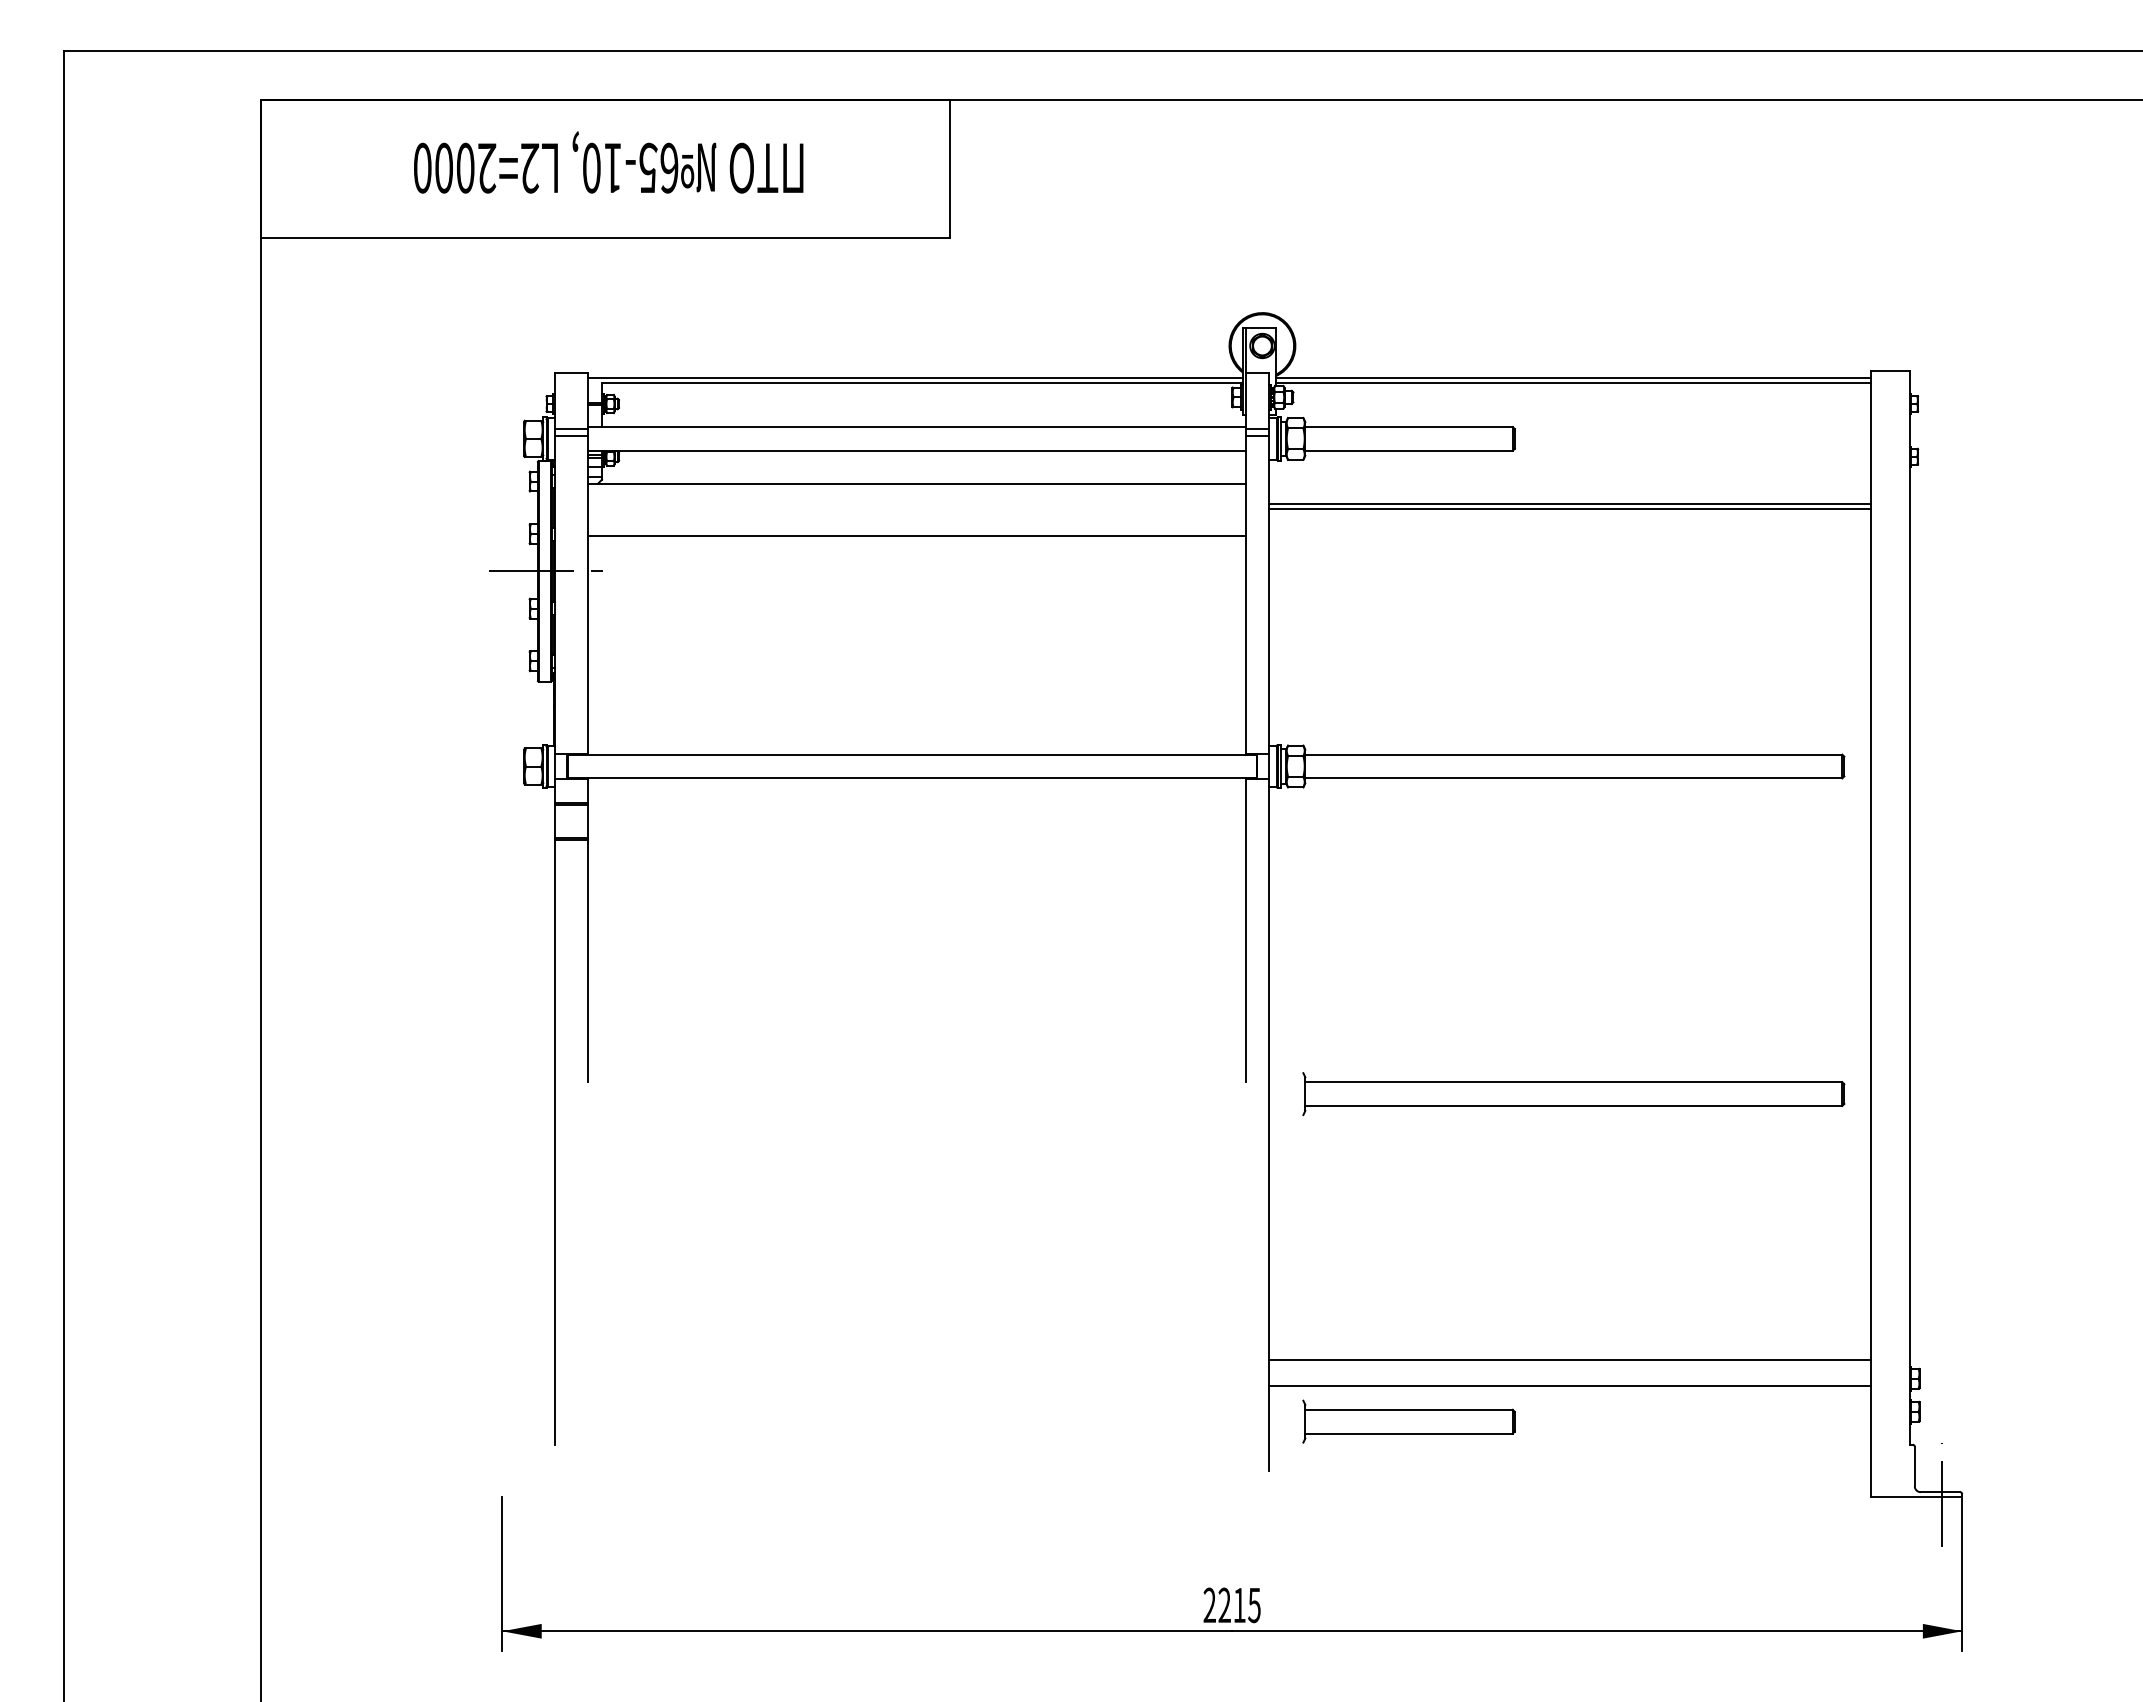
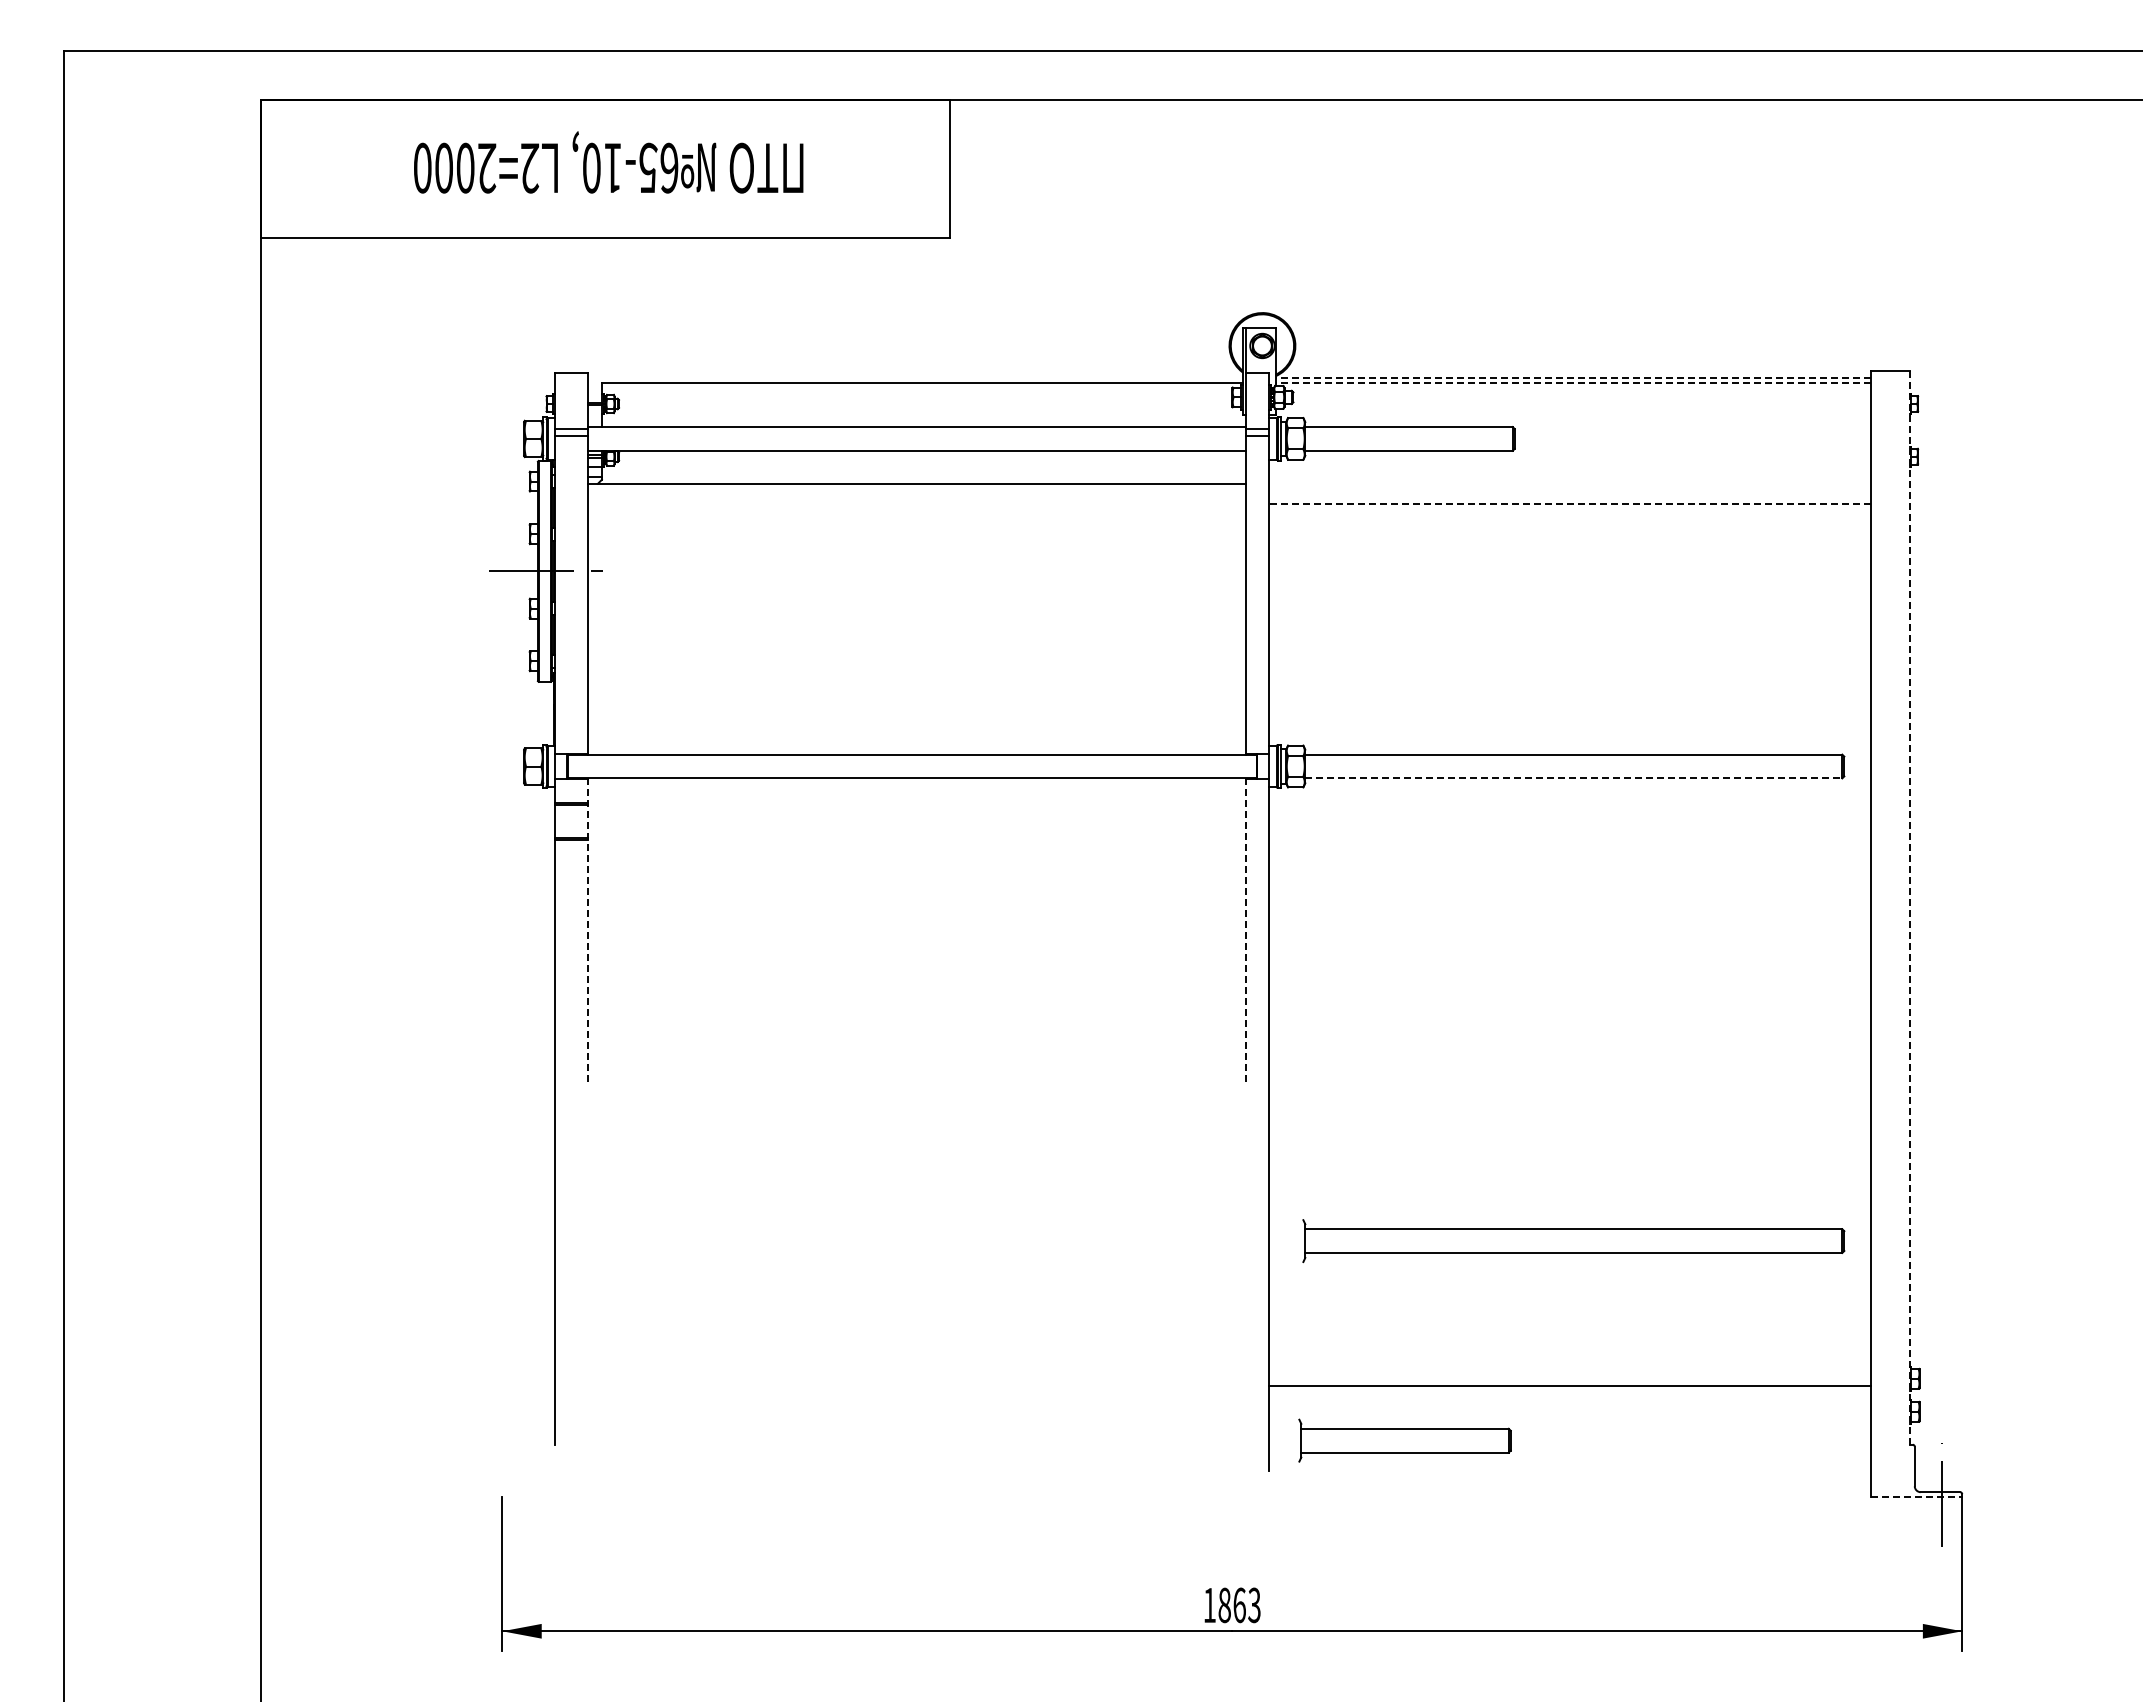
line at (915, 377): present -> none
line at (1573, 377): solid -> dashed
line at (1573, 383): solid -> dashed
line at (1569, 503): solid -> dashed
line at (1570, 509): present -> none
line at (916, 536): present -> none
line at (1573, 778): solid -> dashed
line at (1909, 907): solid -> dashed
line at (588, 930): solid -> dashed
line at (1245, 930): solid -> dashed
part at (1573, 1094) position: (1573, 1094) -> (1573, 1241)
line at (1570, 1359): present -> none
part at (1408, 1421) position: (1408, 1421) -> (1404, 1440)
line at (1917, 1497): solid -> dashed
text at (1231, 1605): 2215 -> 1863
